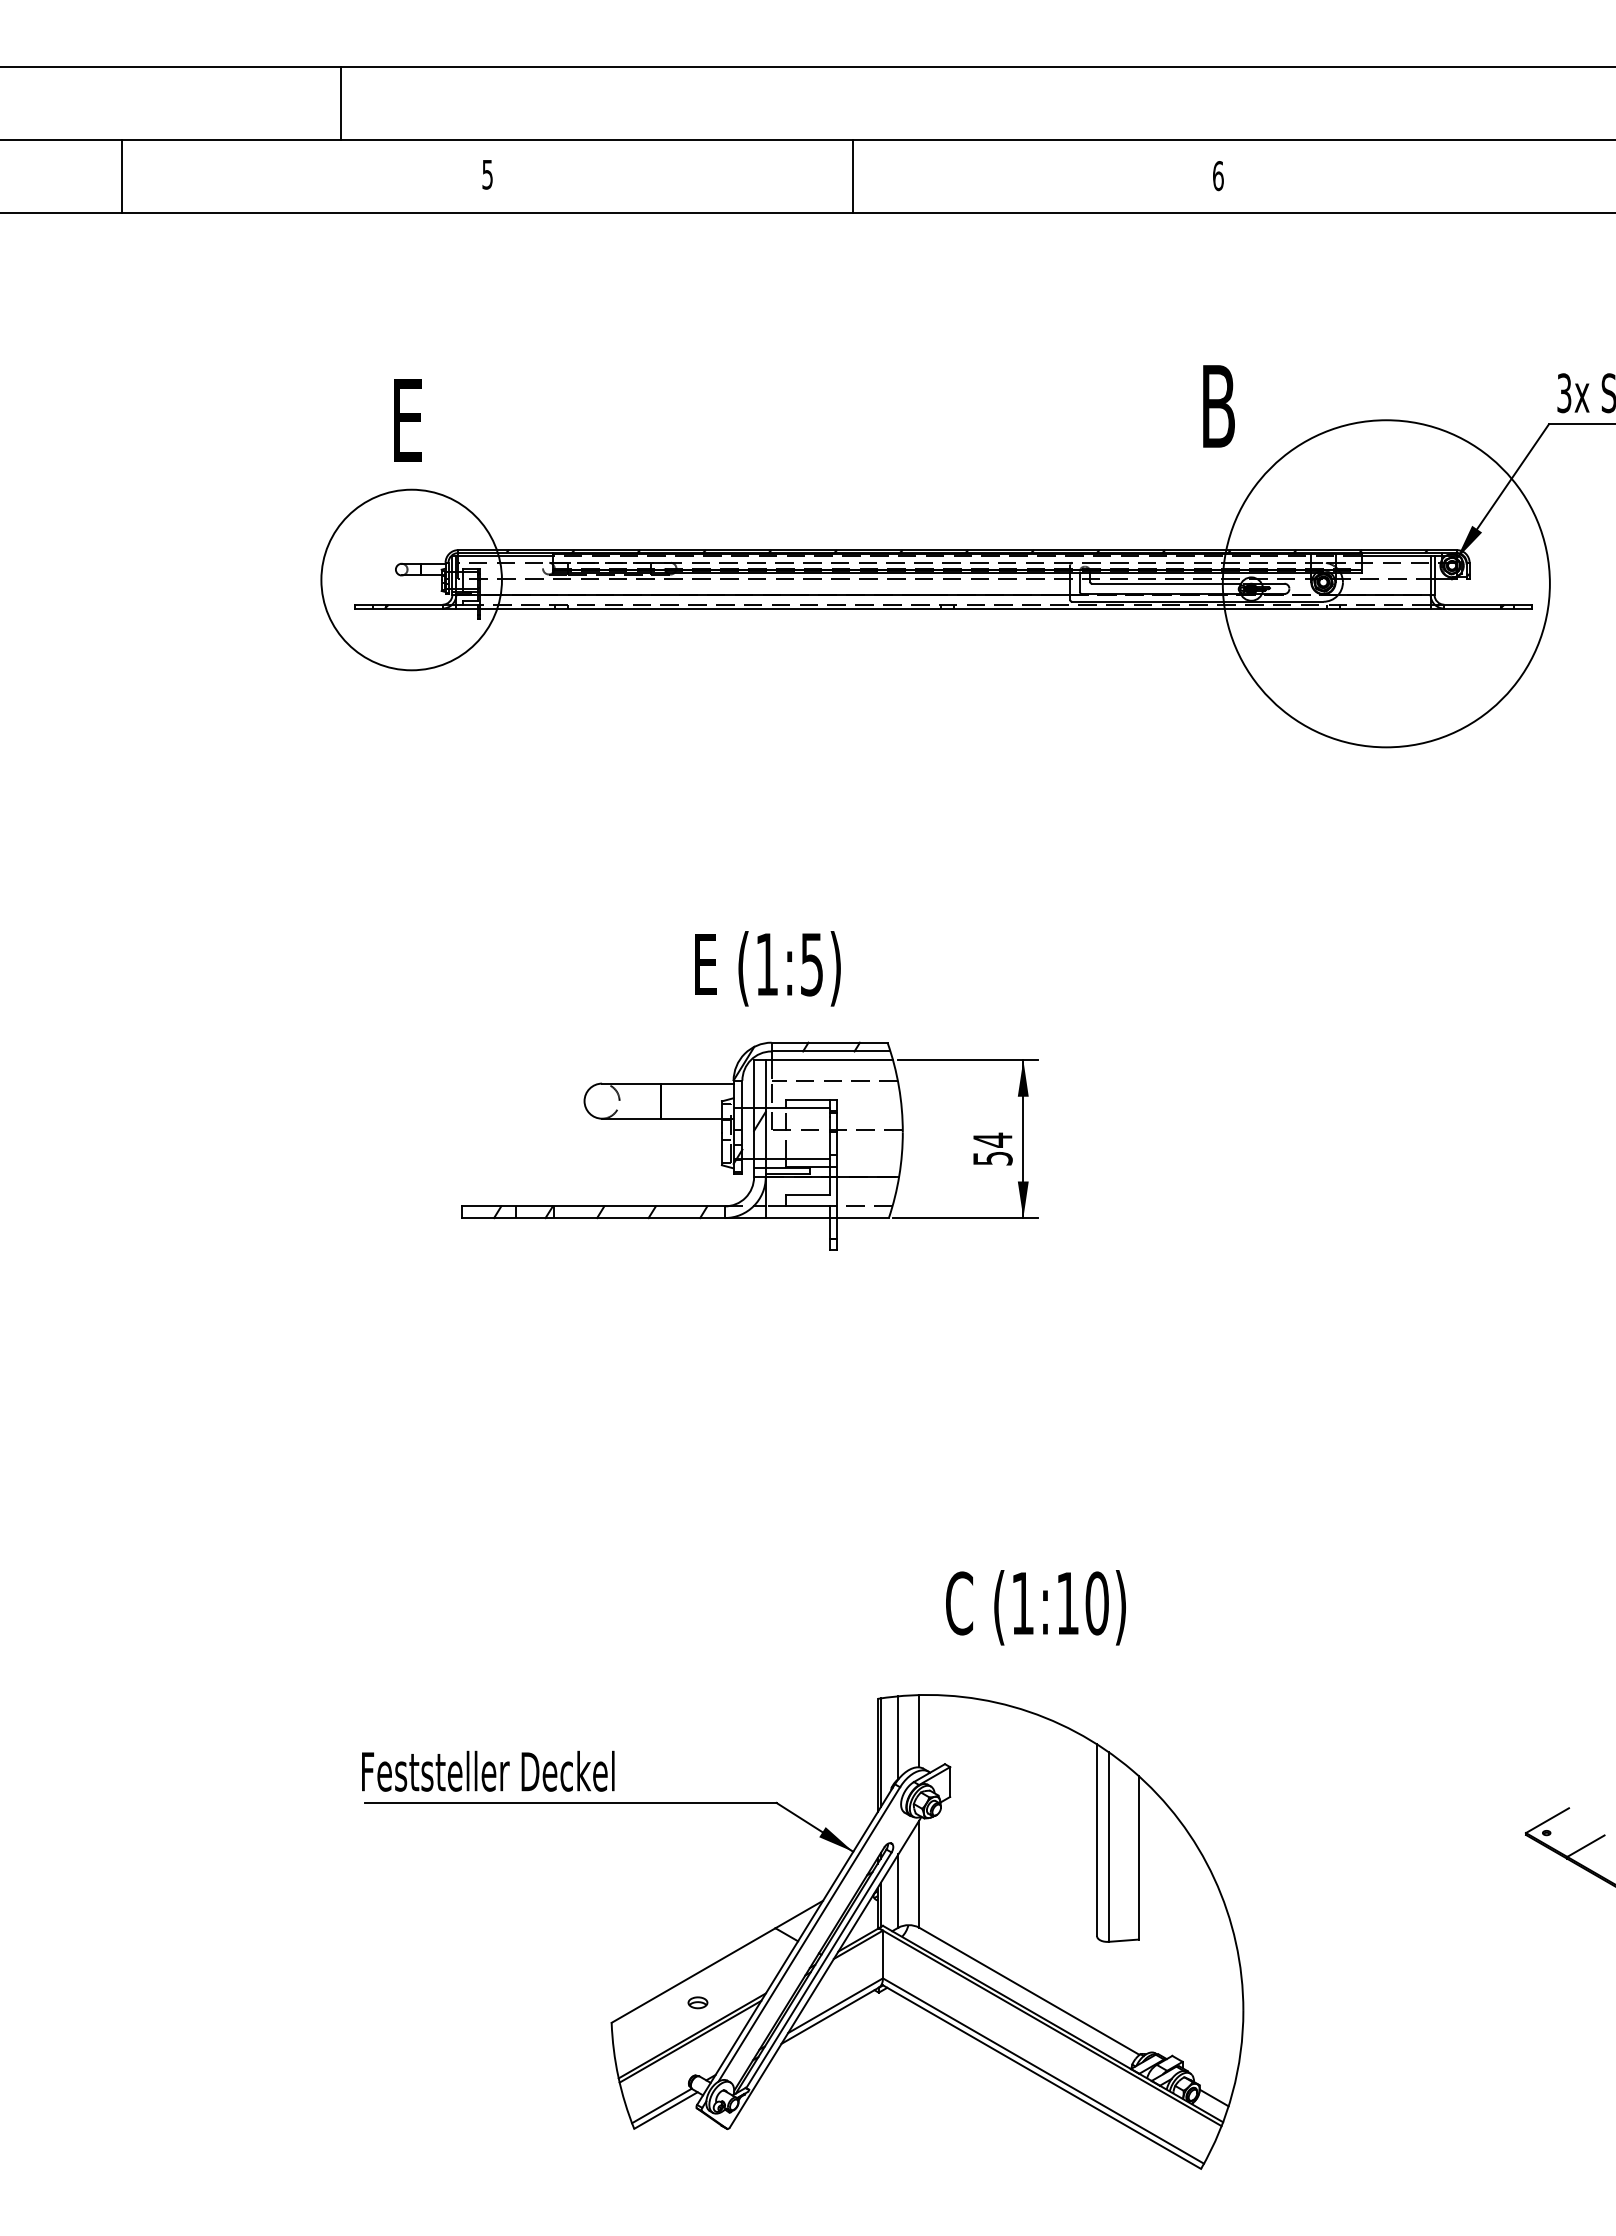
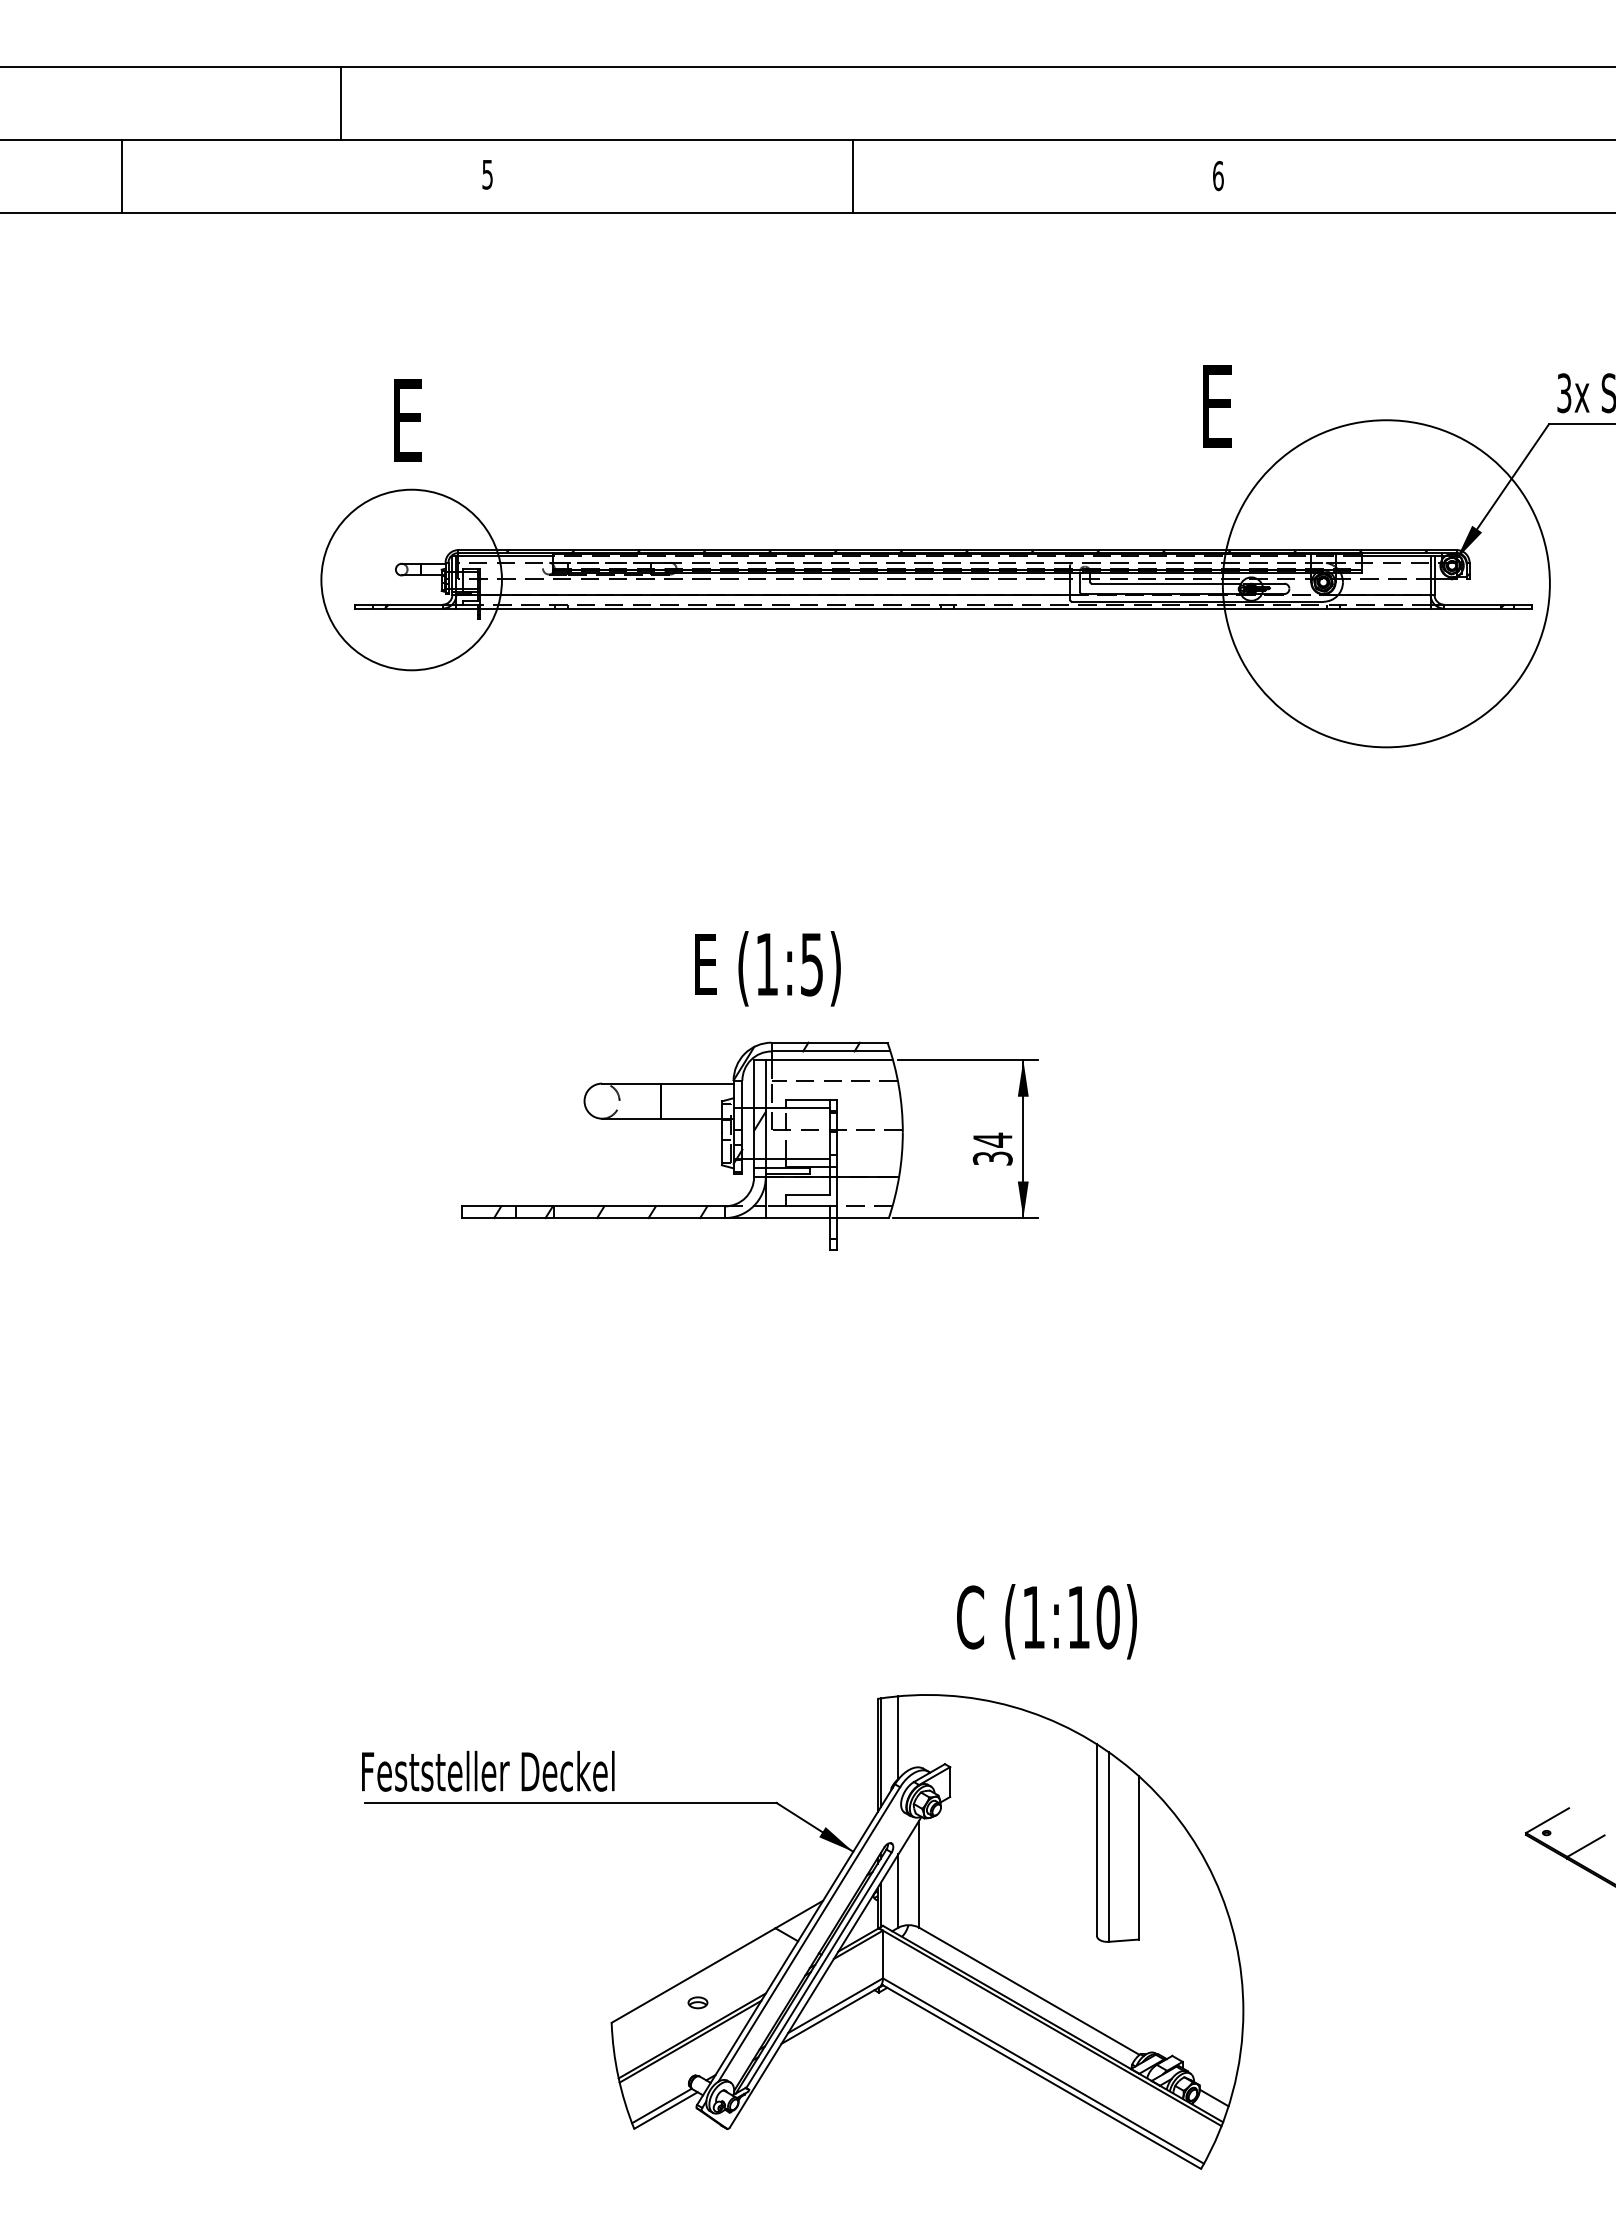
text at (1218, 406): B -> E
text at (992, 1158): 54 -> 34
text at (1035, 1607) position: (1035, 1607) -> (1046, 1621)
line at (919, 1731): present -> none
